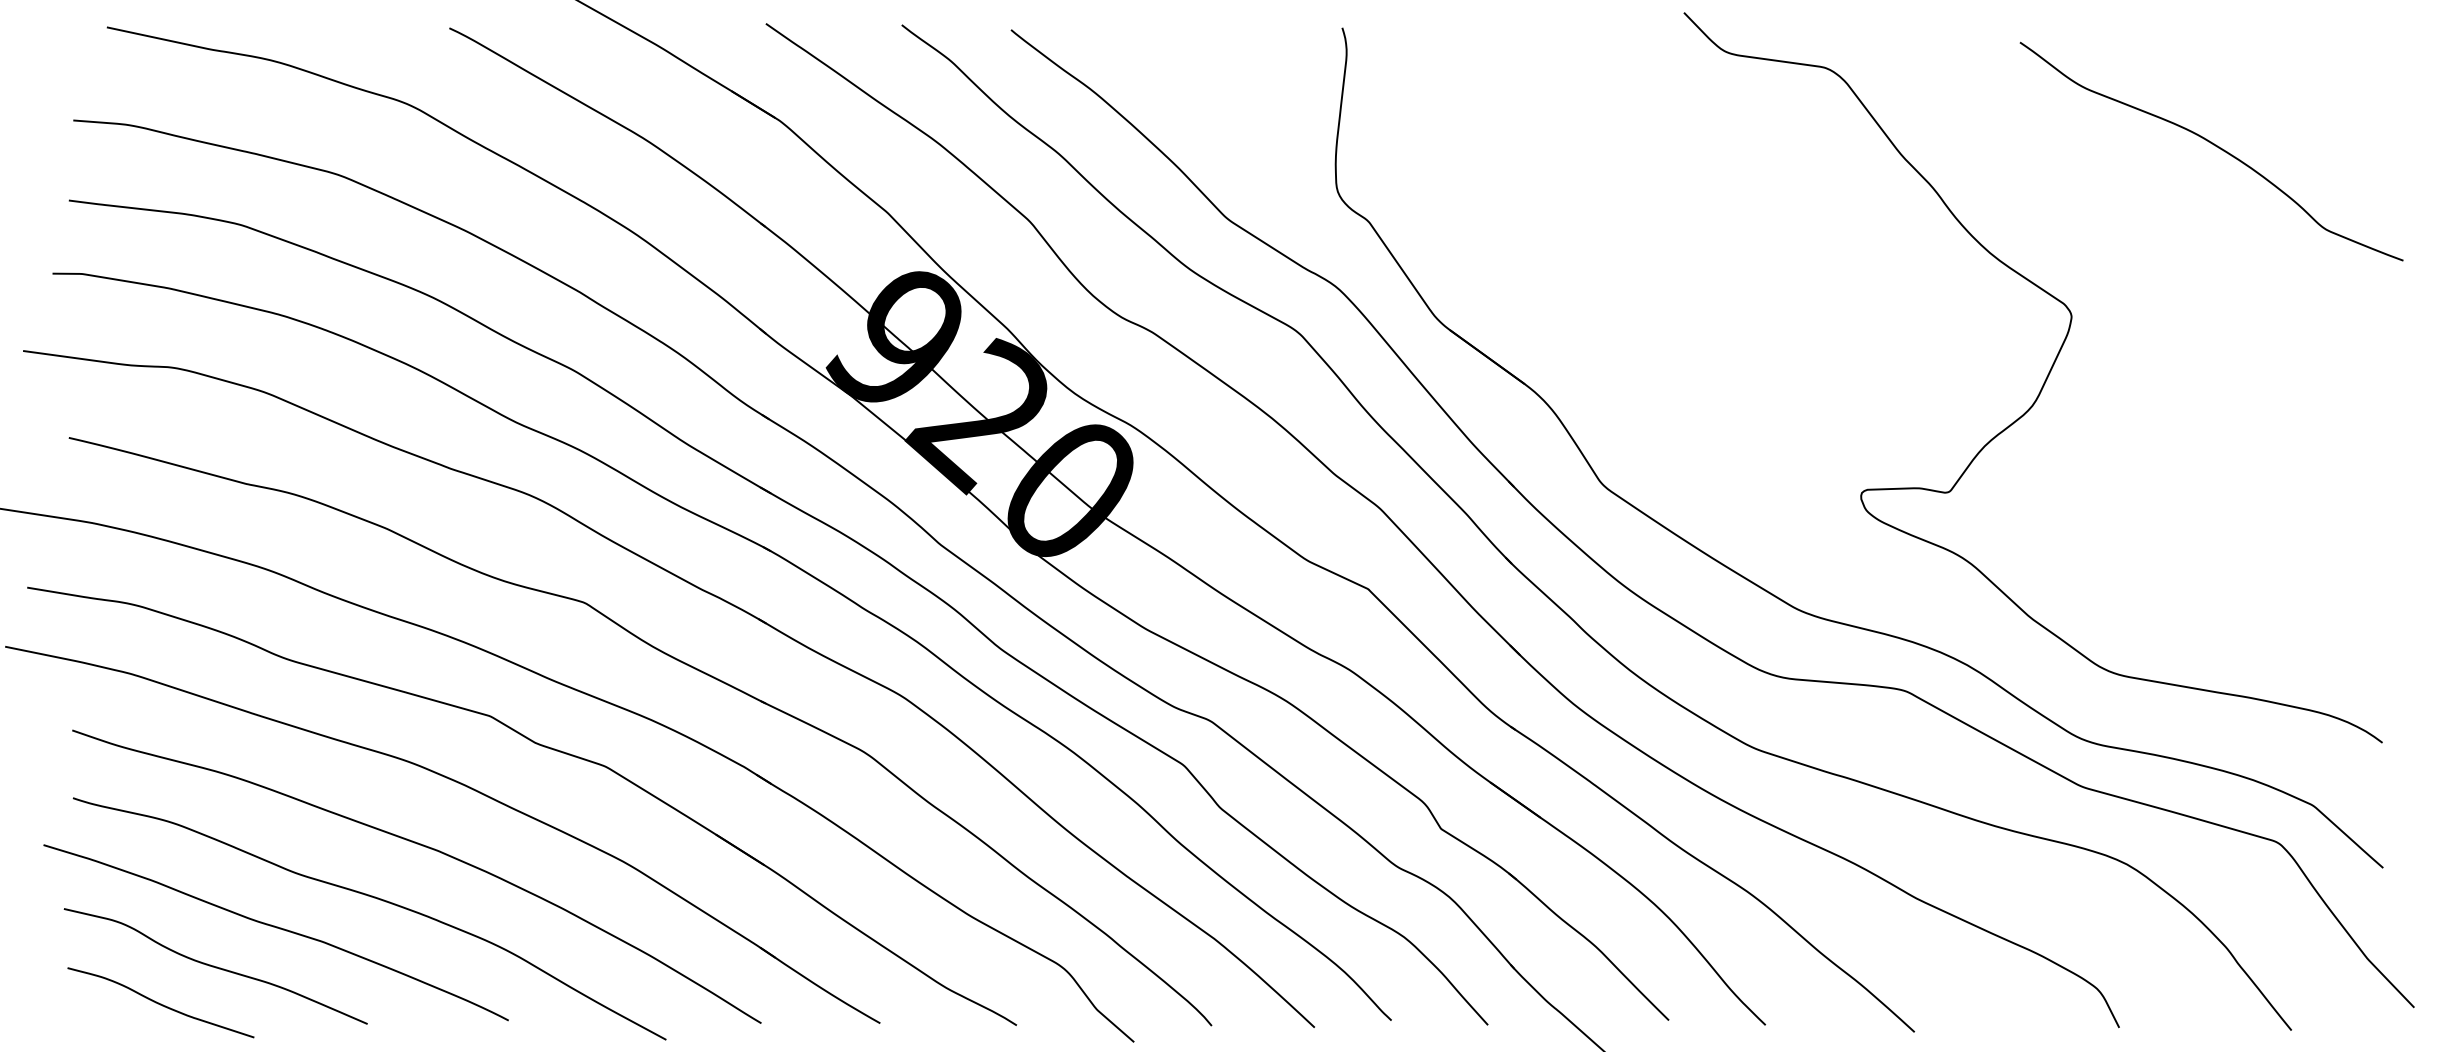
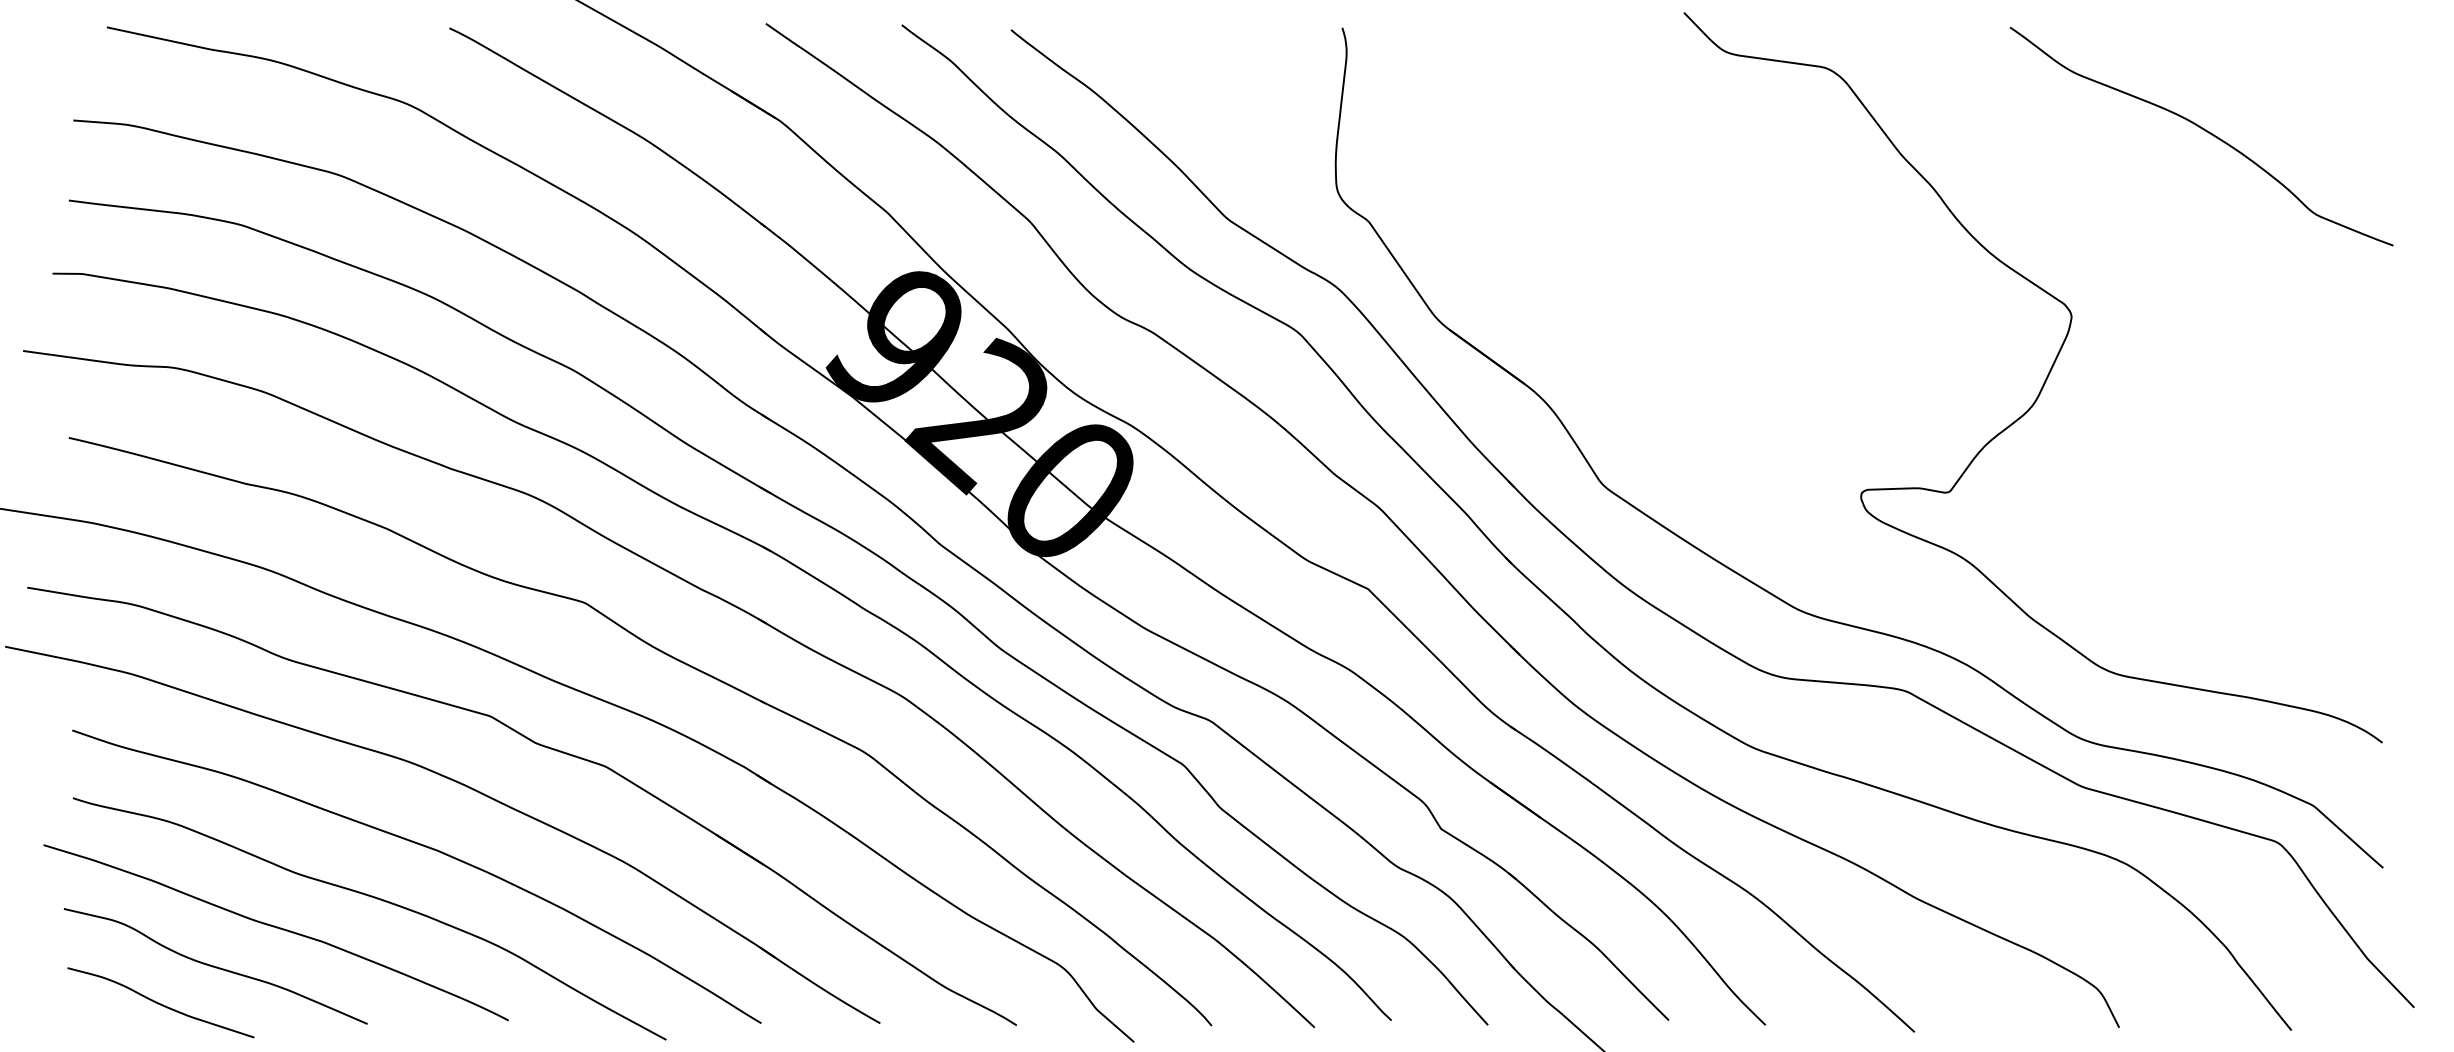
curve at (2213, 145) position: (2213, 145) -> (2203, 130)
